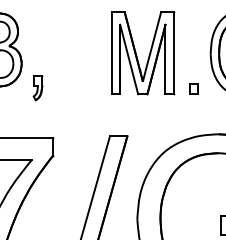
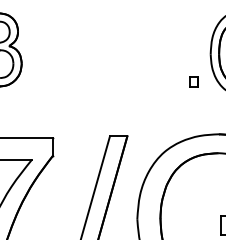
part at (143, 53): present -> none
part at (37, 88): present -> none
part at (193, 88) position: (193, 88) -> (193, 81)
